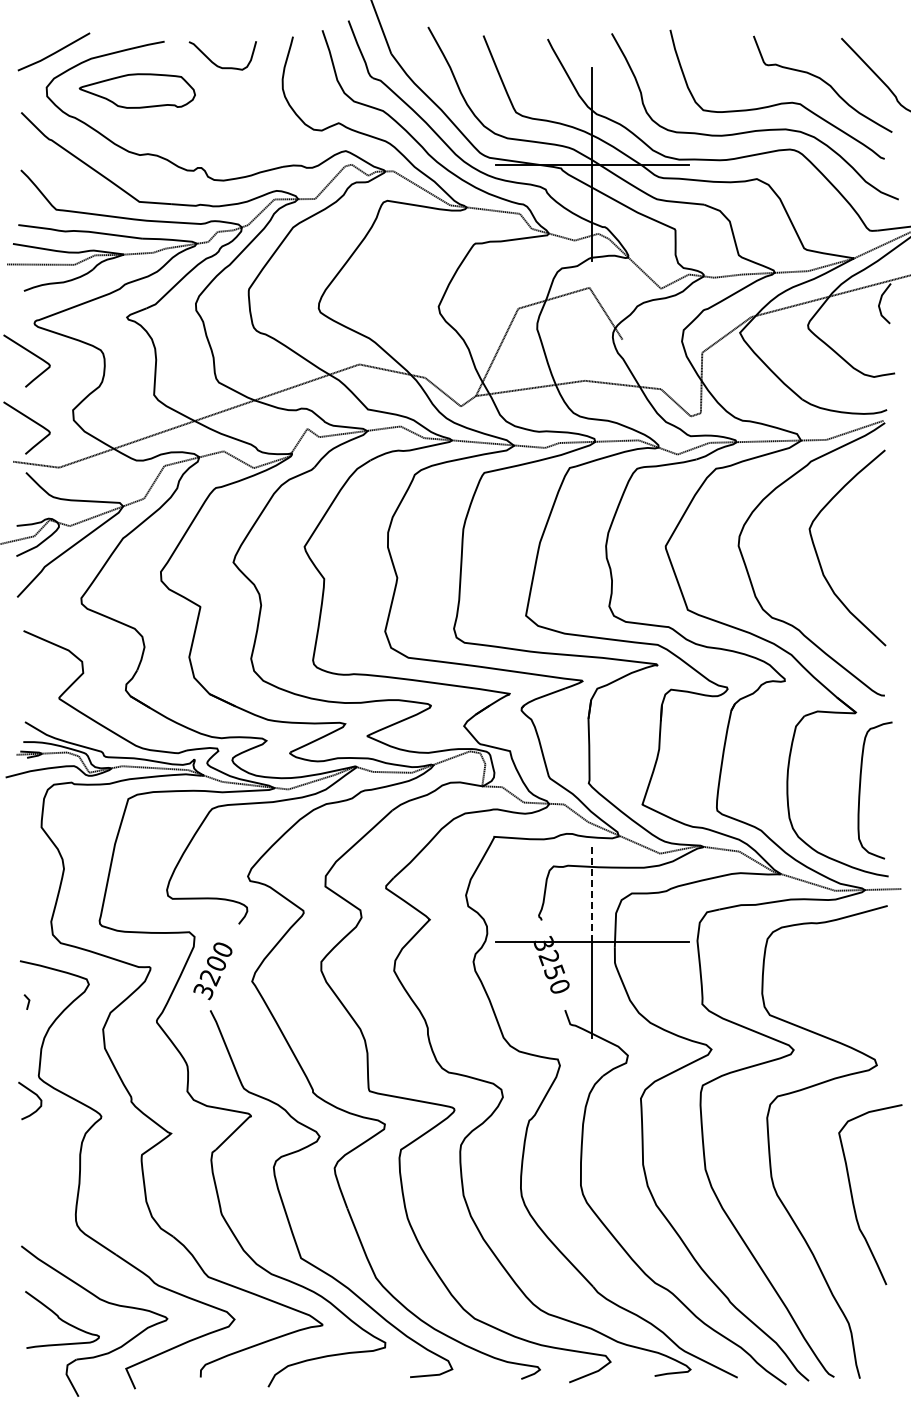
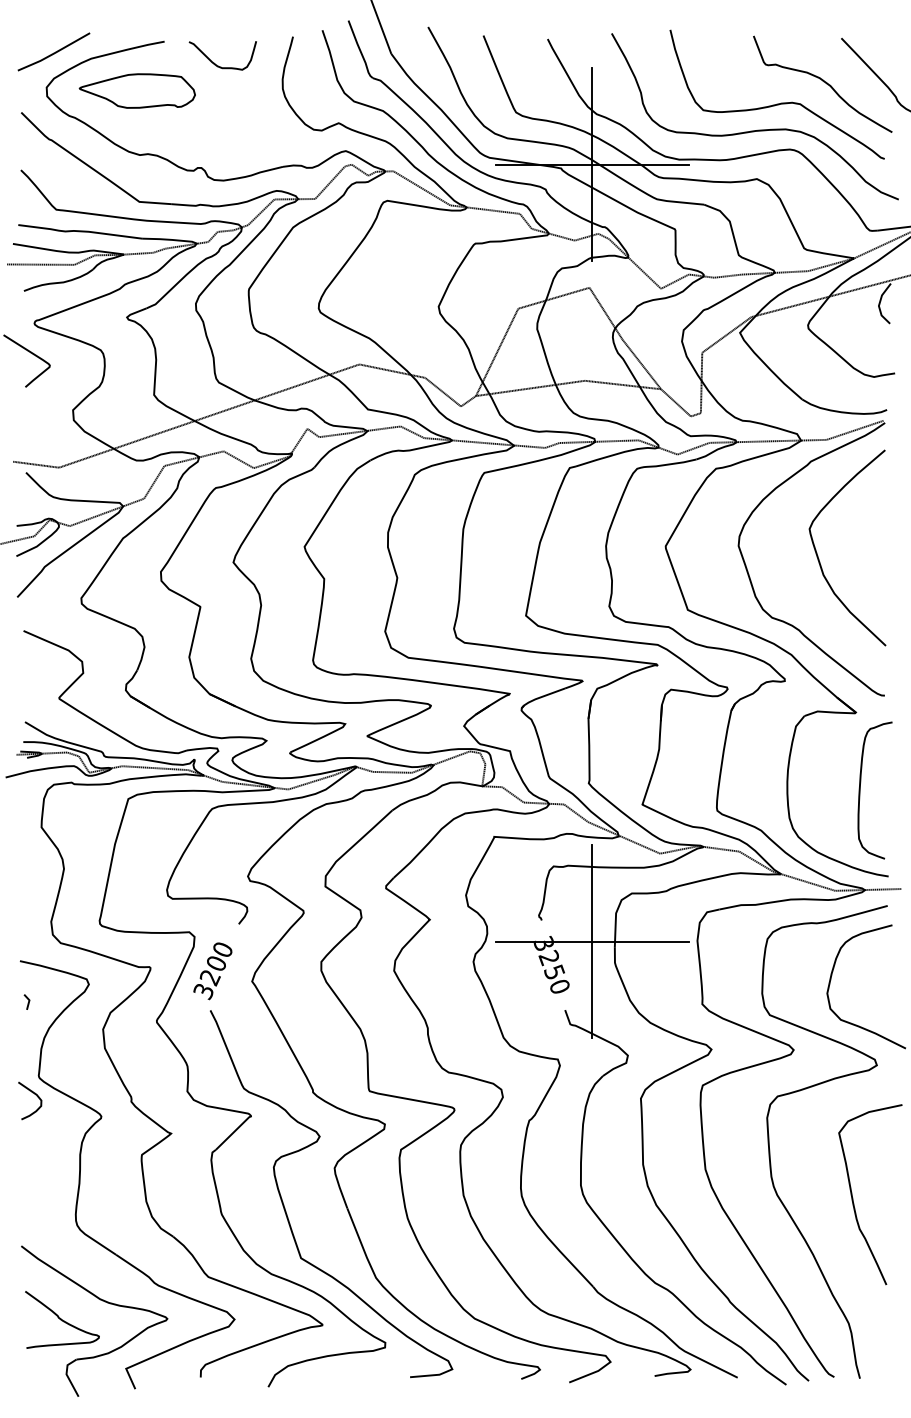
line at (641, 364): none -> present
curve at (30, 420): present -> none
line at (592, 893): dashed -> solid
curve at (831, 980): none -> present
